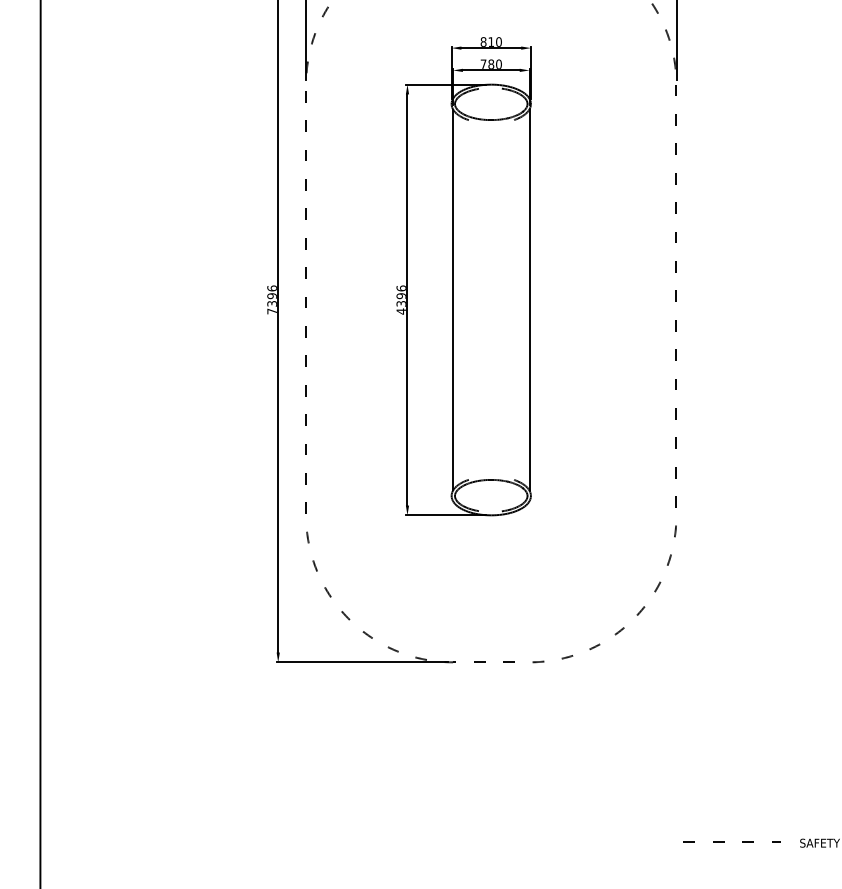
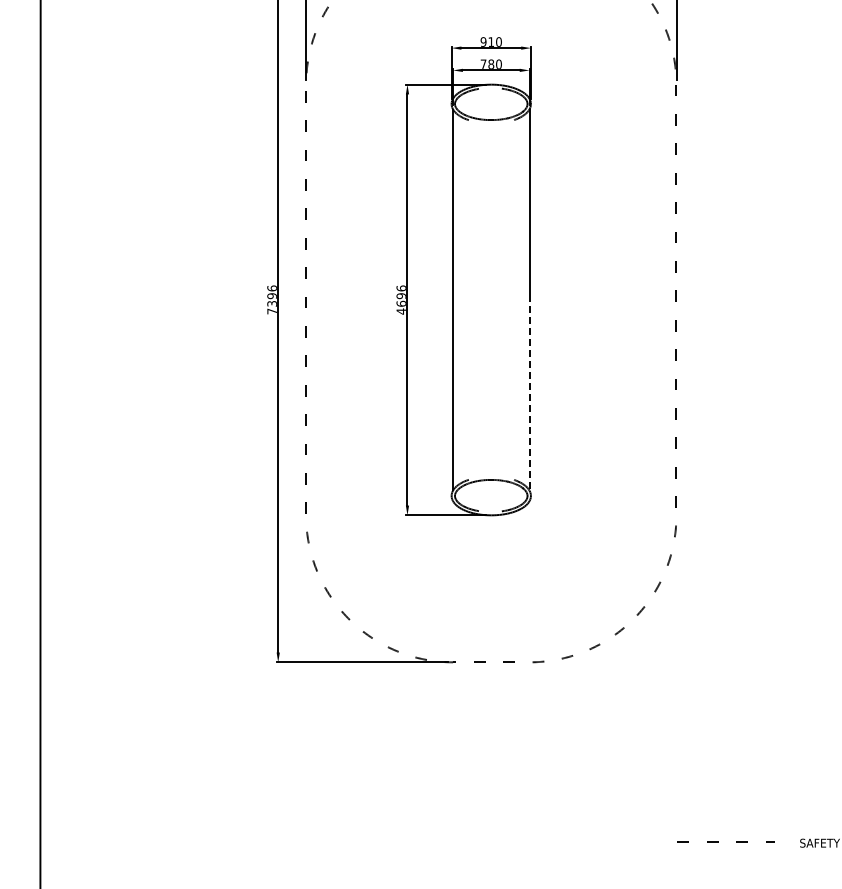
text at (483, 41): 810 -> 910
text at (400, 303): 4396 -> 4696
line at (529, 392): solid -> dashed
line at (724, 841) position: (724, 841) -> (718, 841)
